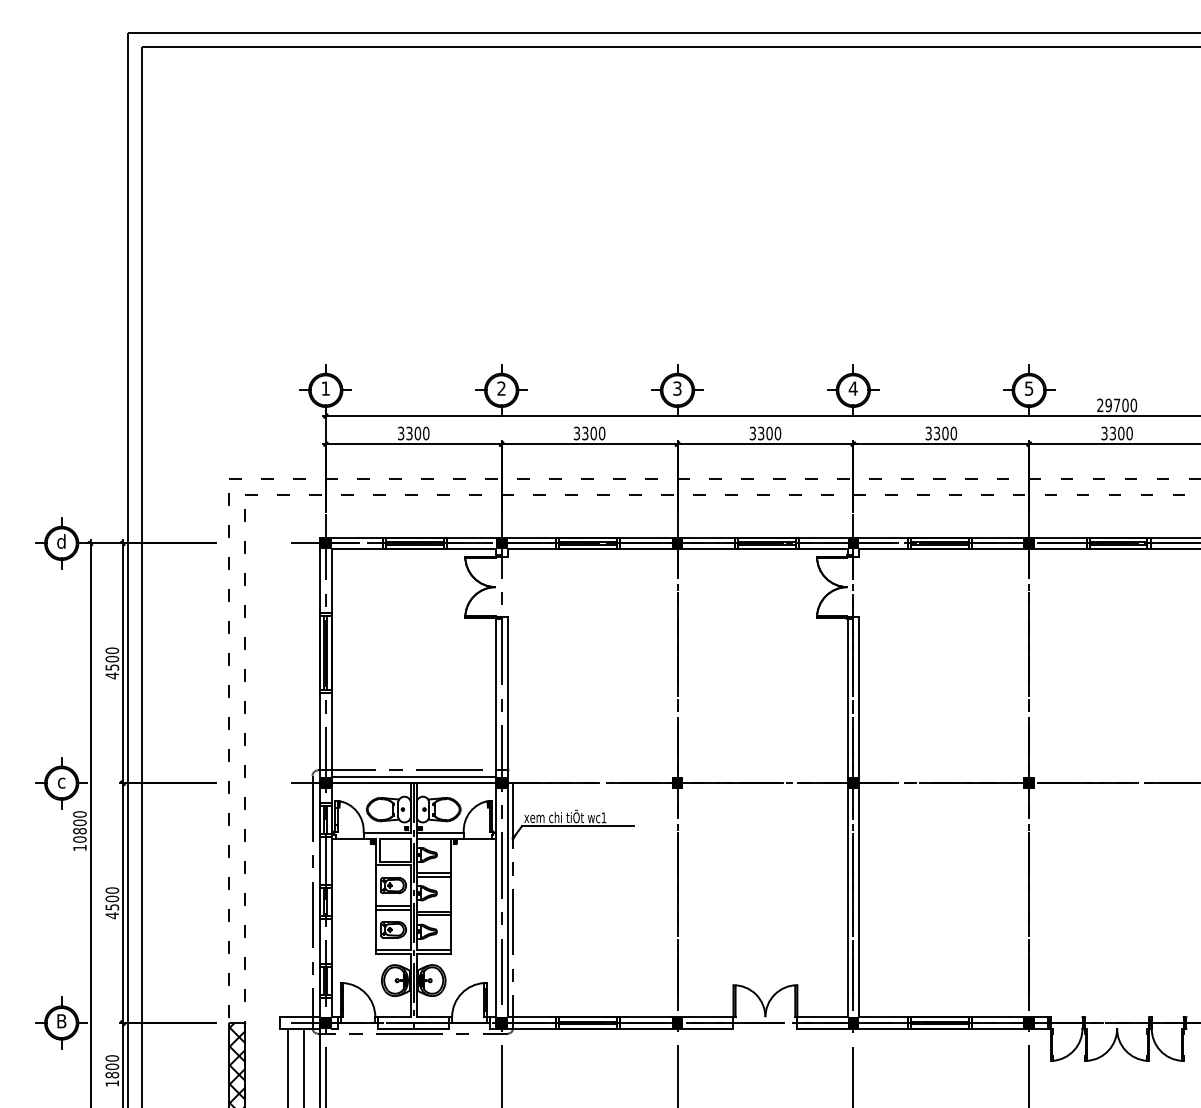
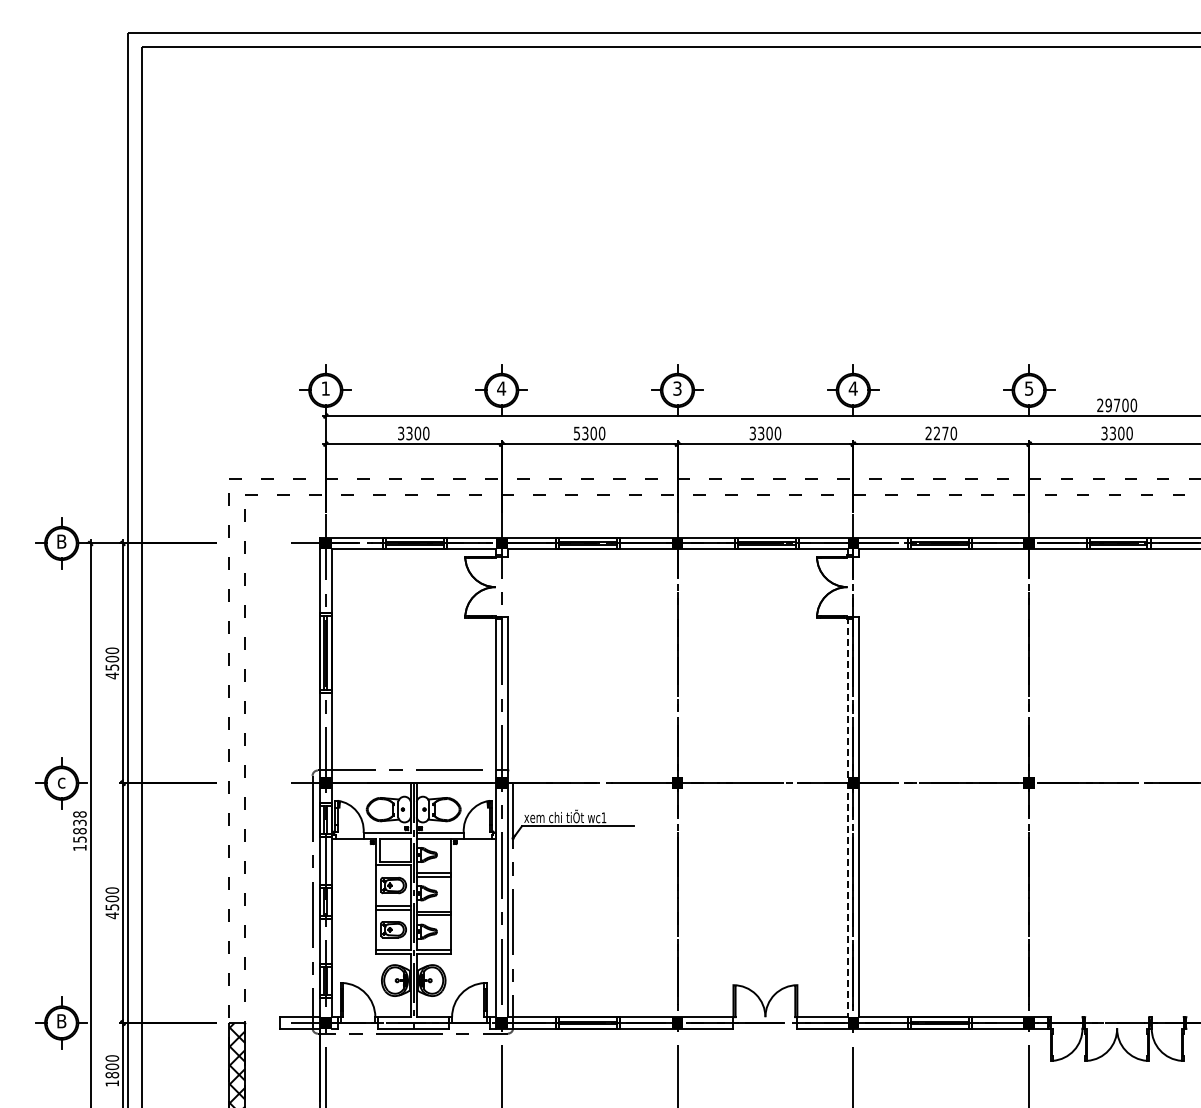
text at (501, 388): 2 -> 4
text at (577, 432): 3300 -> 5300
text at (936, 433): 3300 -> 2270
text at (61, 541): d -> B
line at (413, 777): present -> none
line at (847, 817): solid -> dashed
text at (79, 826): 10800 -> 15838
line at (287, 1066): present -> none
line at (303, 1066): present -> none
